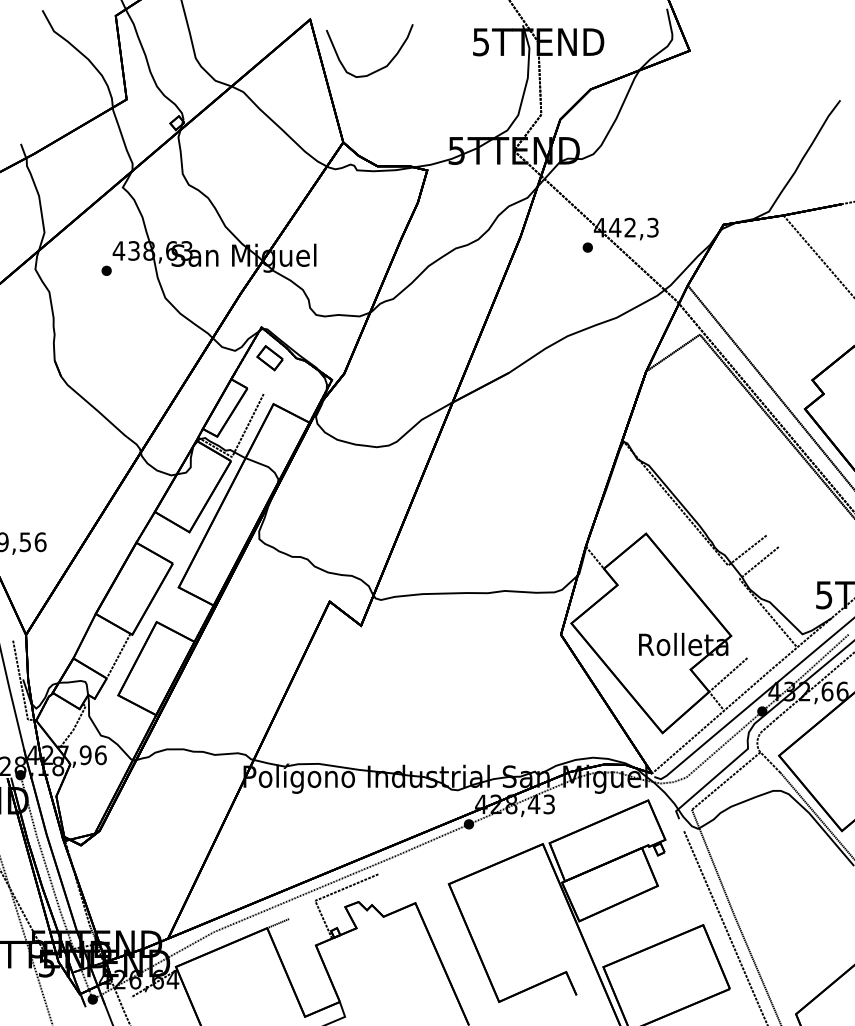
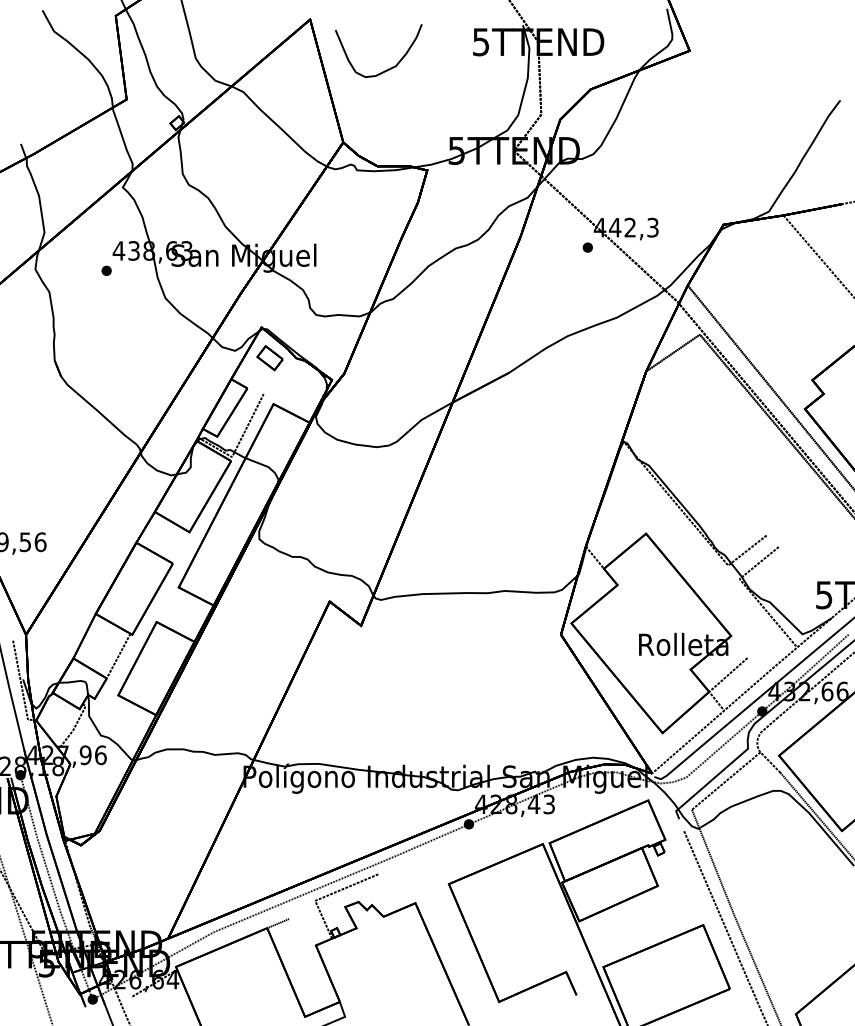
curve at (379, 68) position: (379, 68) -> (388, 68)
